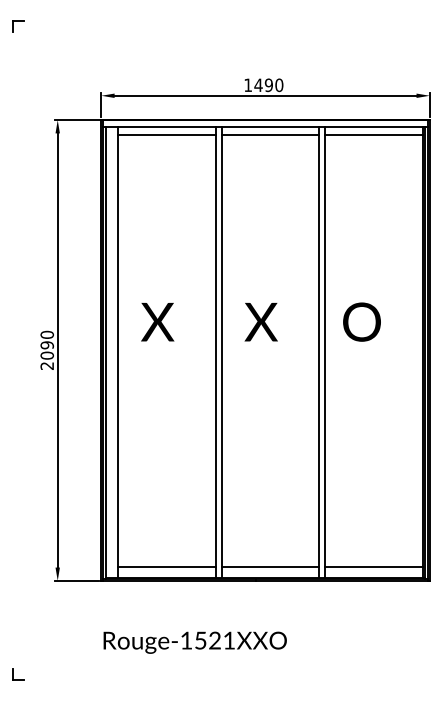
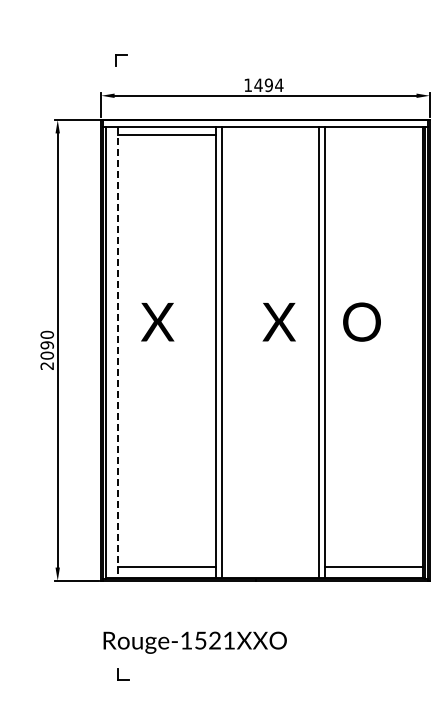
part at (18, 26) position: (18, 26) -> (121, 60)
text at (279, 85): 1490 -> 1494
line at (270, 134): present -> none
line at (373, 134): present -> none
text at (260, 322) position: (260, 322) -> (278, 322)
line at (118, 352): solid -> dashed
line at (270, 566): present -> none
part at (18, 674) position: (18, 674) -> (123, 674)
